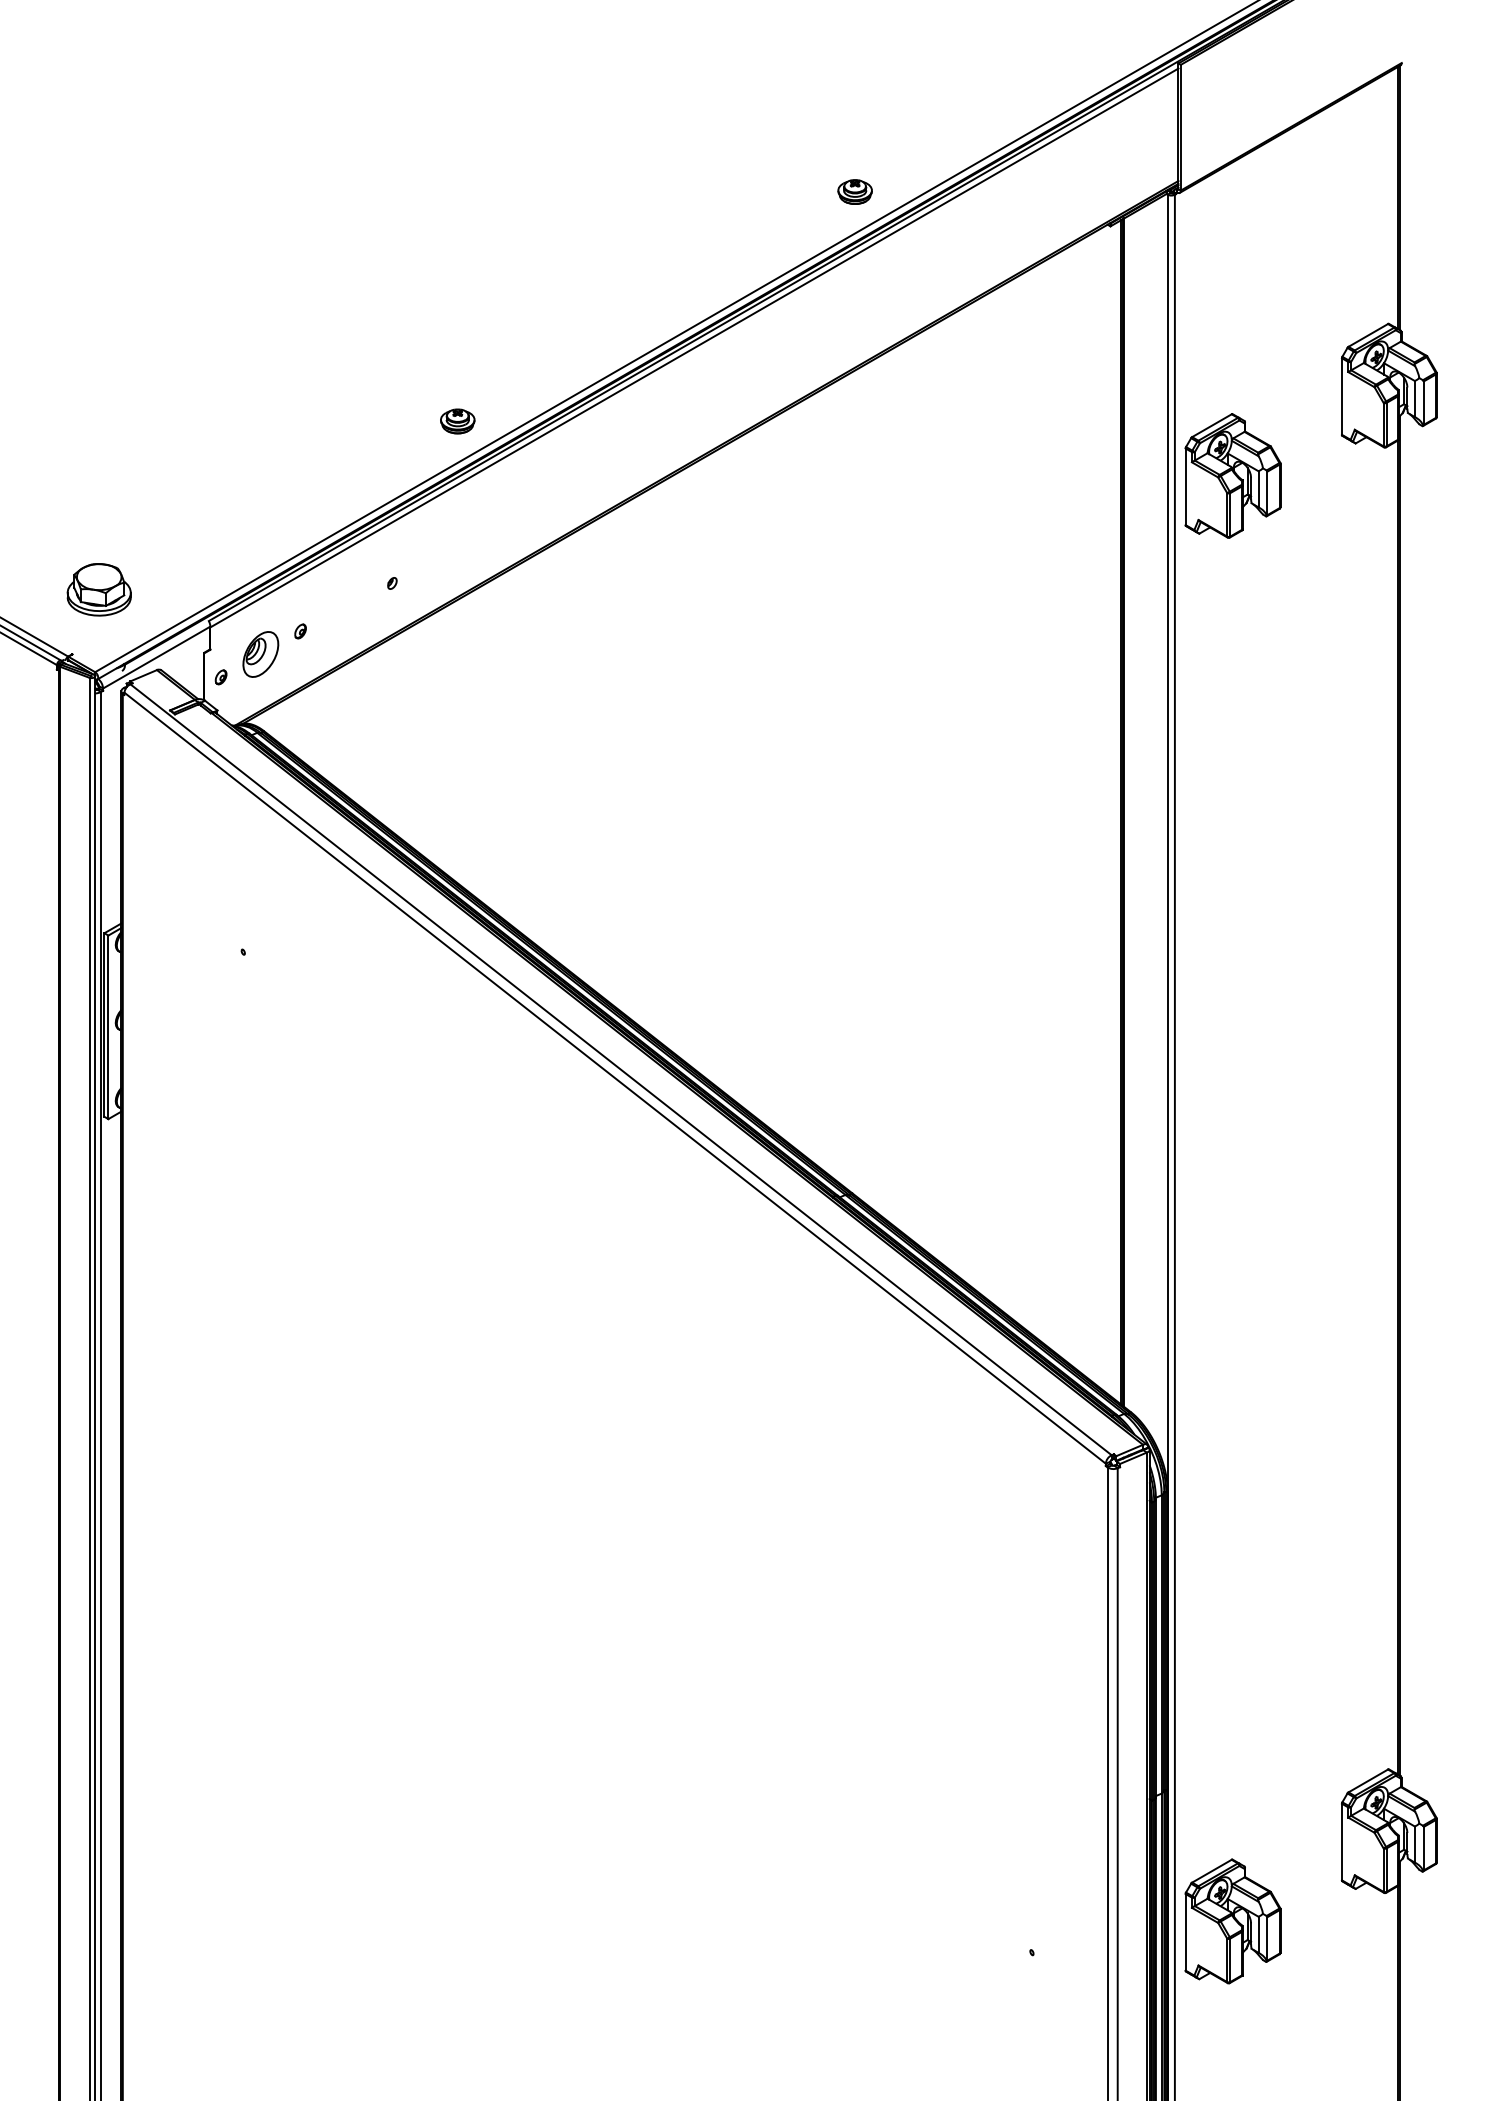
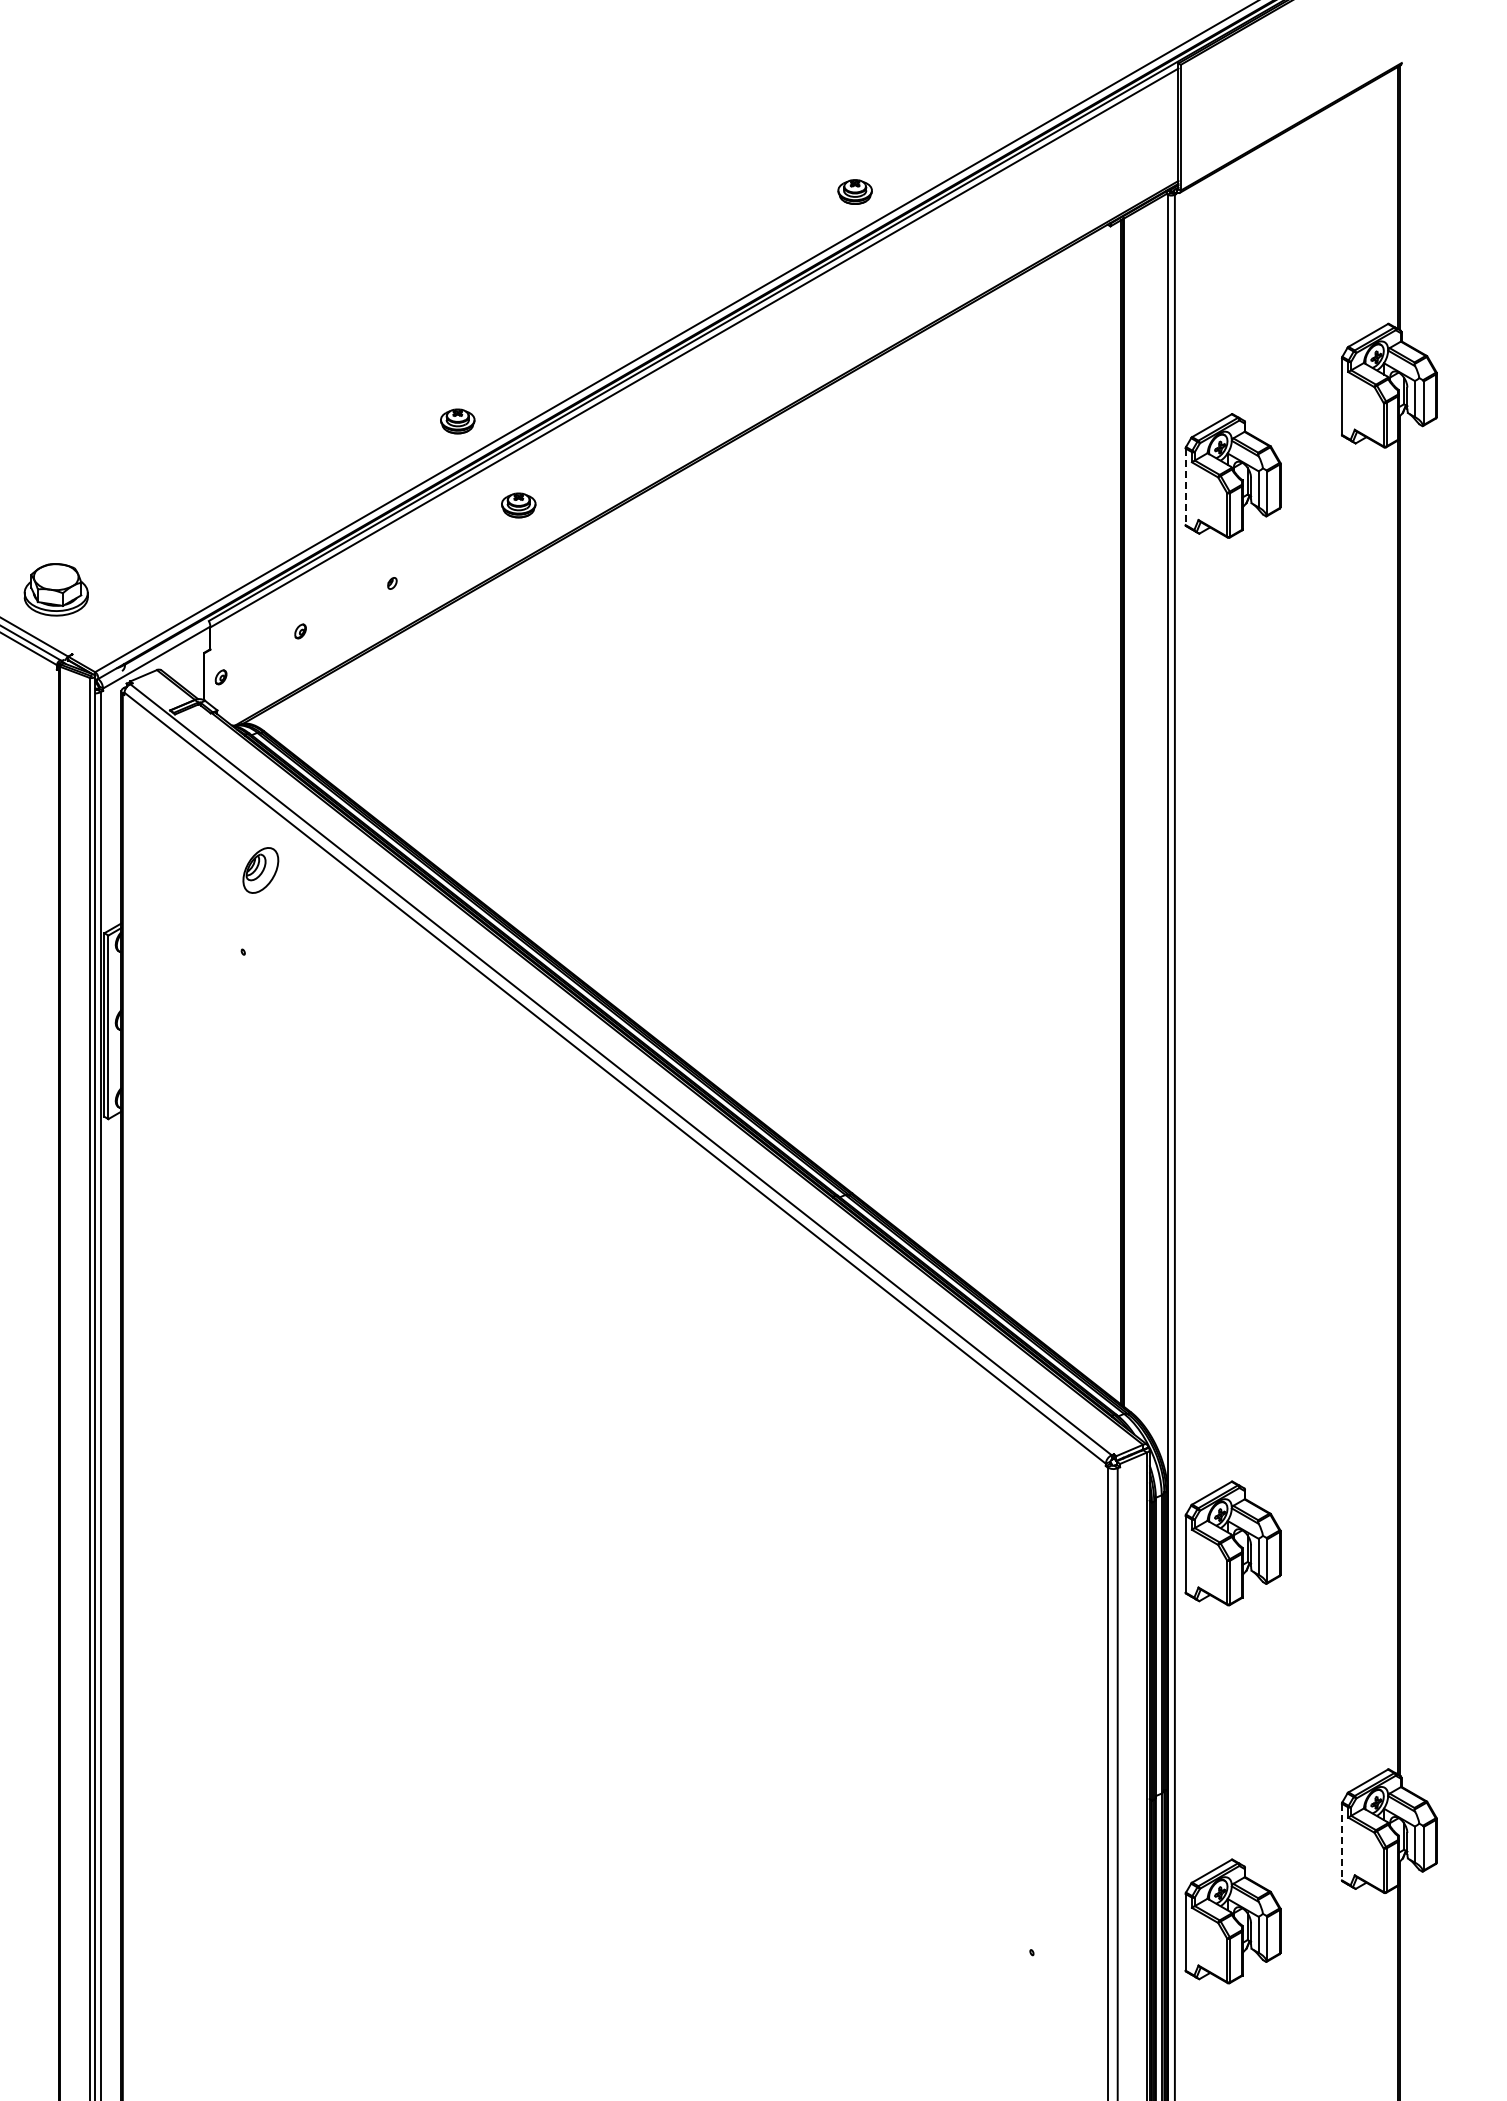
line at (1185, 487): solid -> dashed
part at (518, 505): none -> present
part at (98, 589) position: (98, 589) -> (55, 589)
part at (260, 654) position: (260, 654) -> (260, 870)
part at (1232, 1543): none -> present
line at (1341, 1842): solid -> dashed
